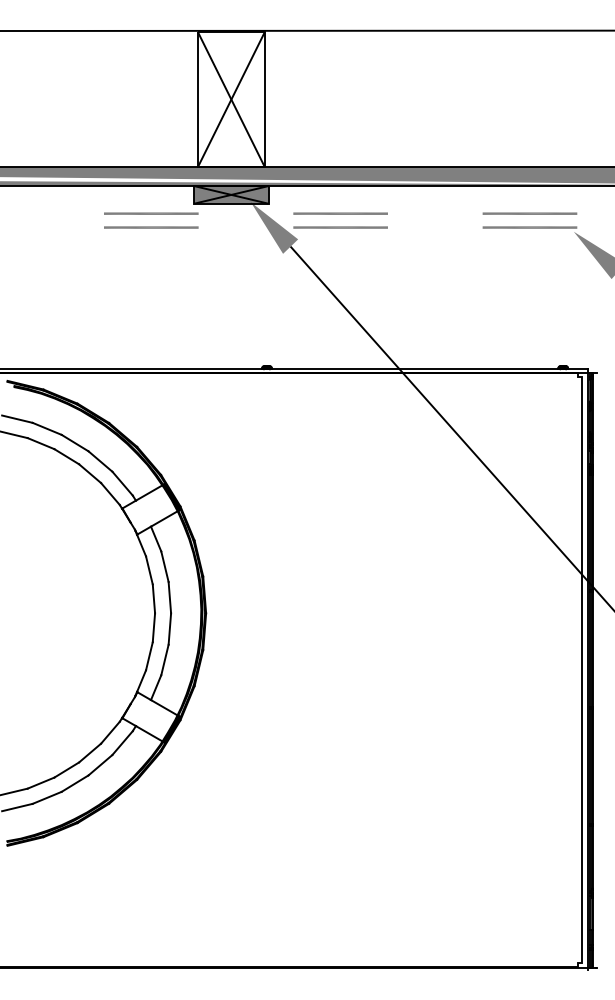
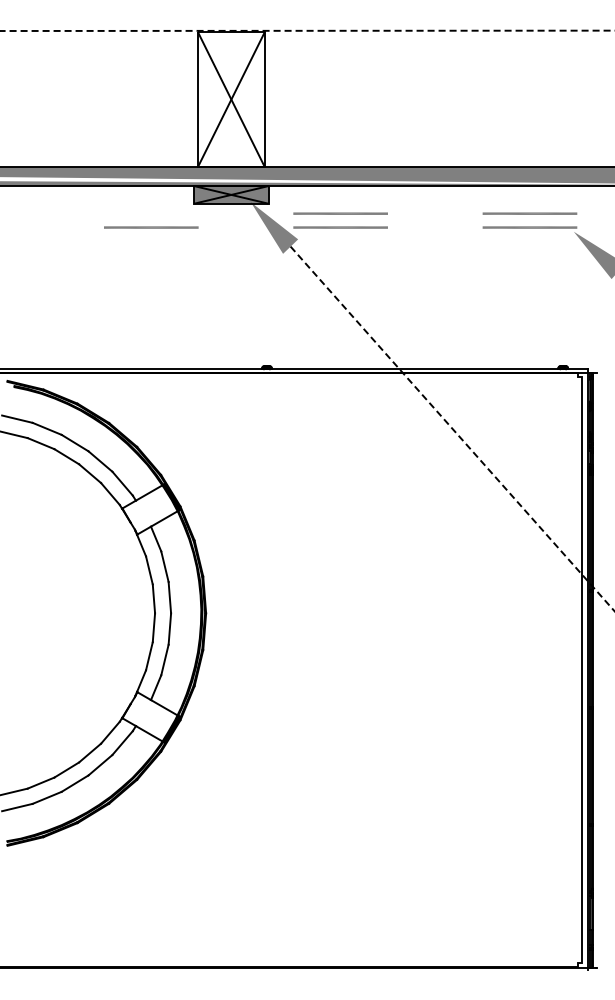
line at (307, 30): solid -> dashed
line at (151, 213): present -> none
line at (452, 428): solid -> dashed
